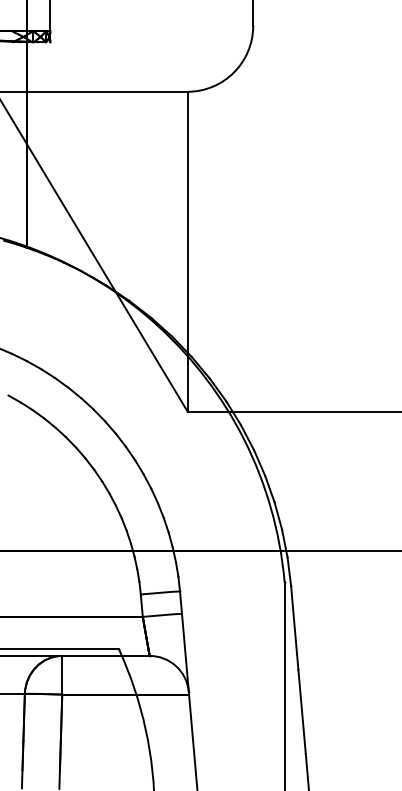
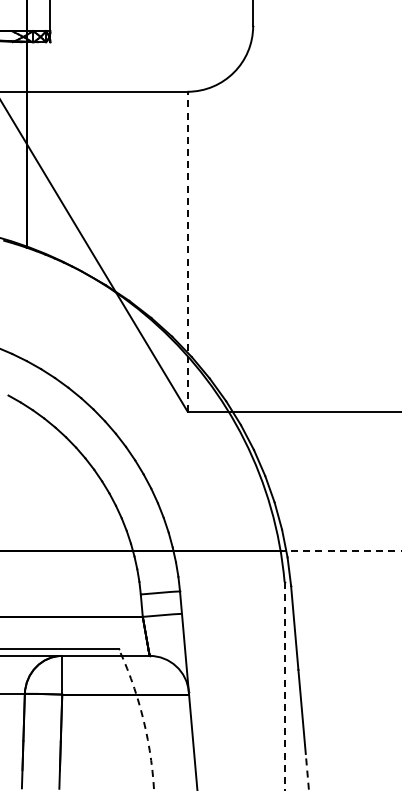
line at (187, 251): solid -> dashed
line at (343, 550): solid -> dashed
line at (284, 686): solid -> dashed
arc at (142, 718): solid -> dashed
line at (307, 771): solid -> dashed
